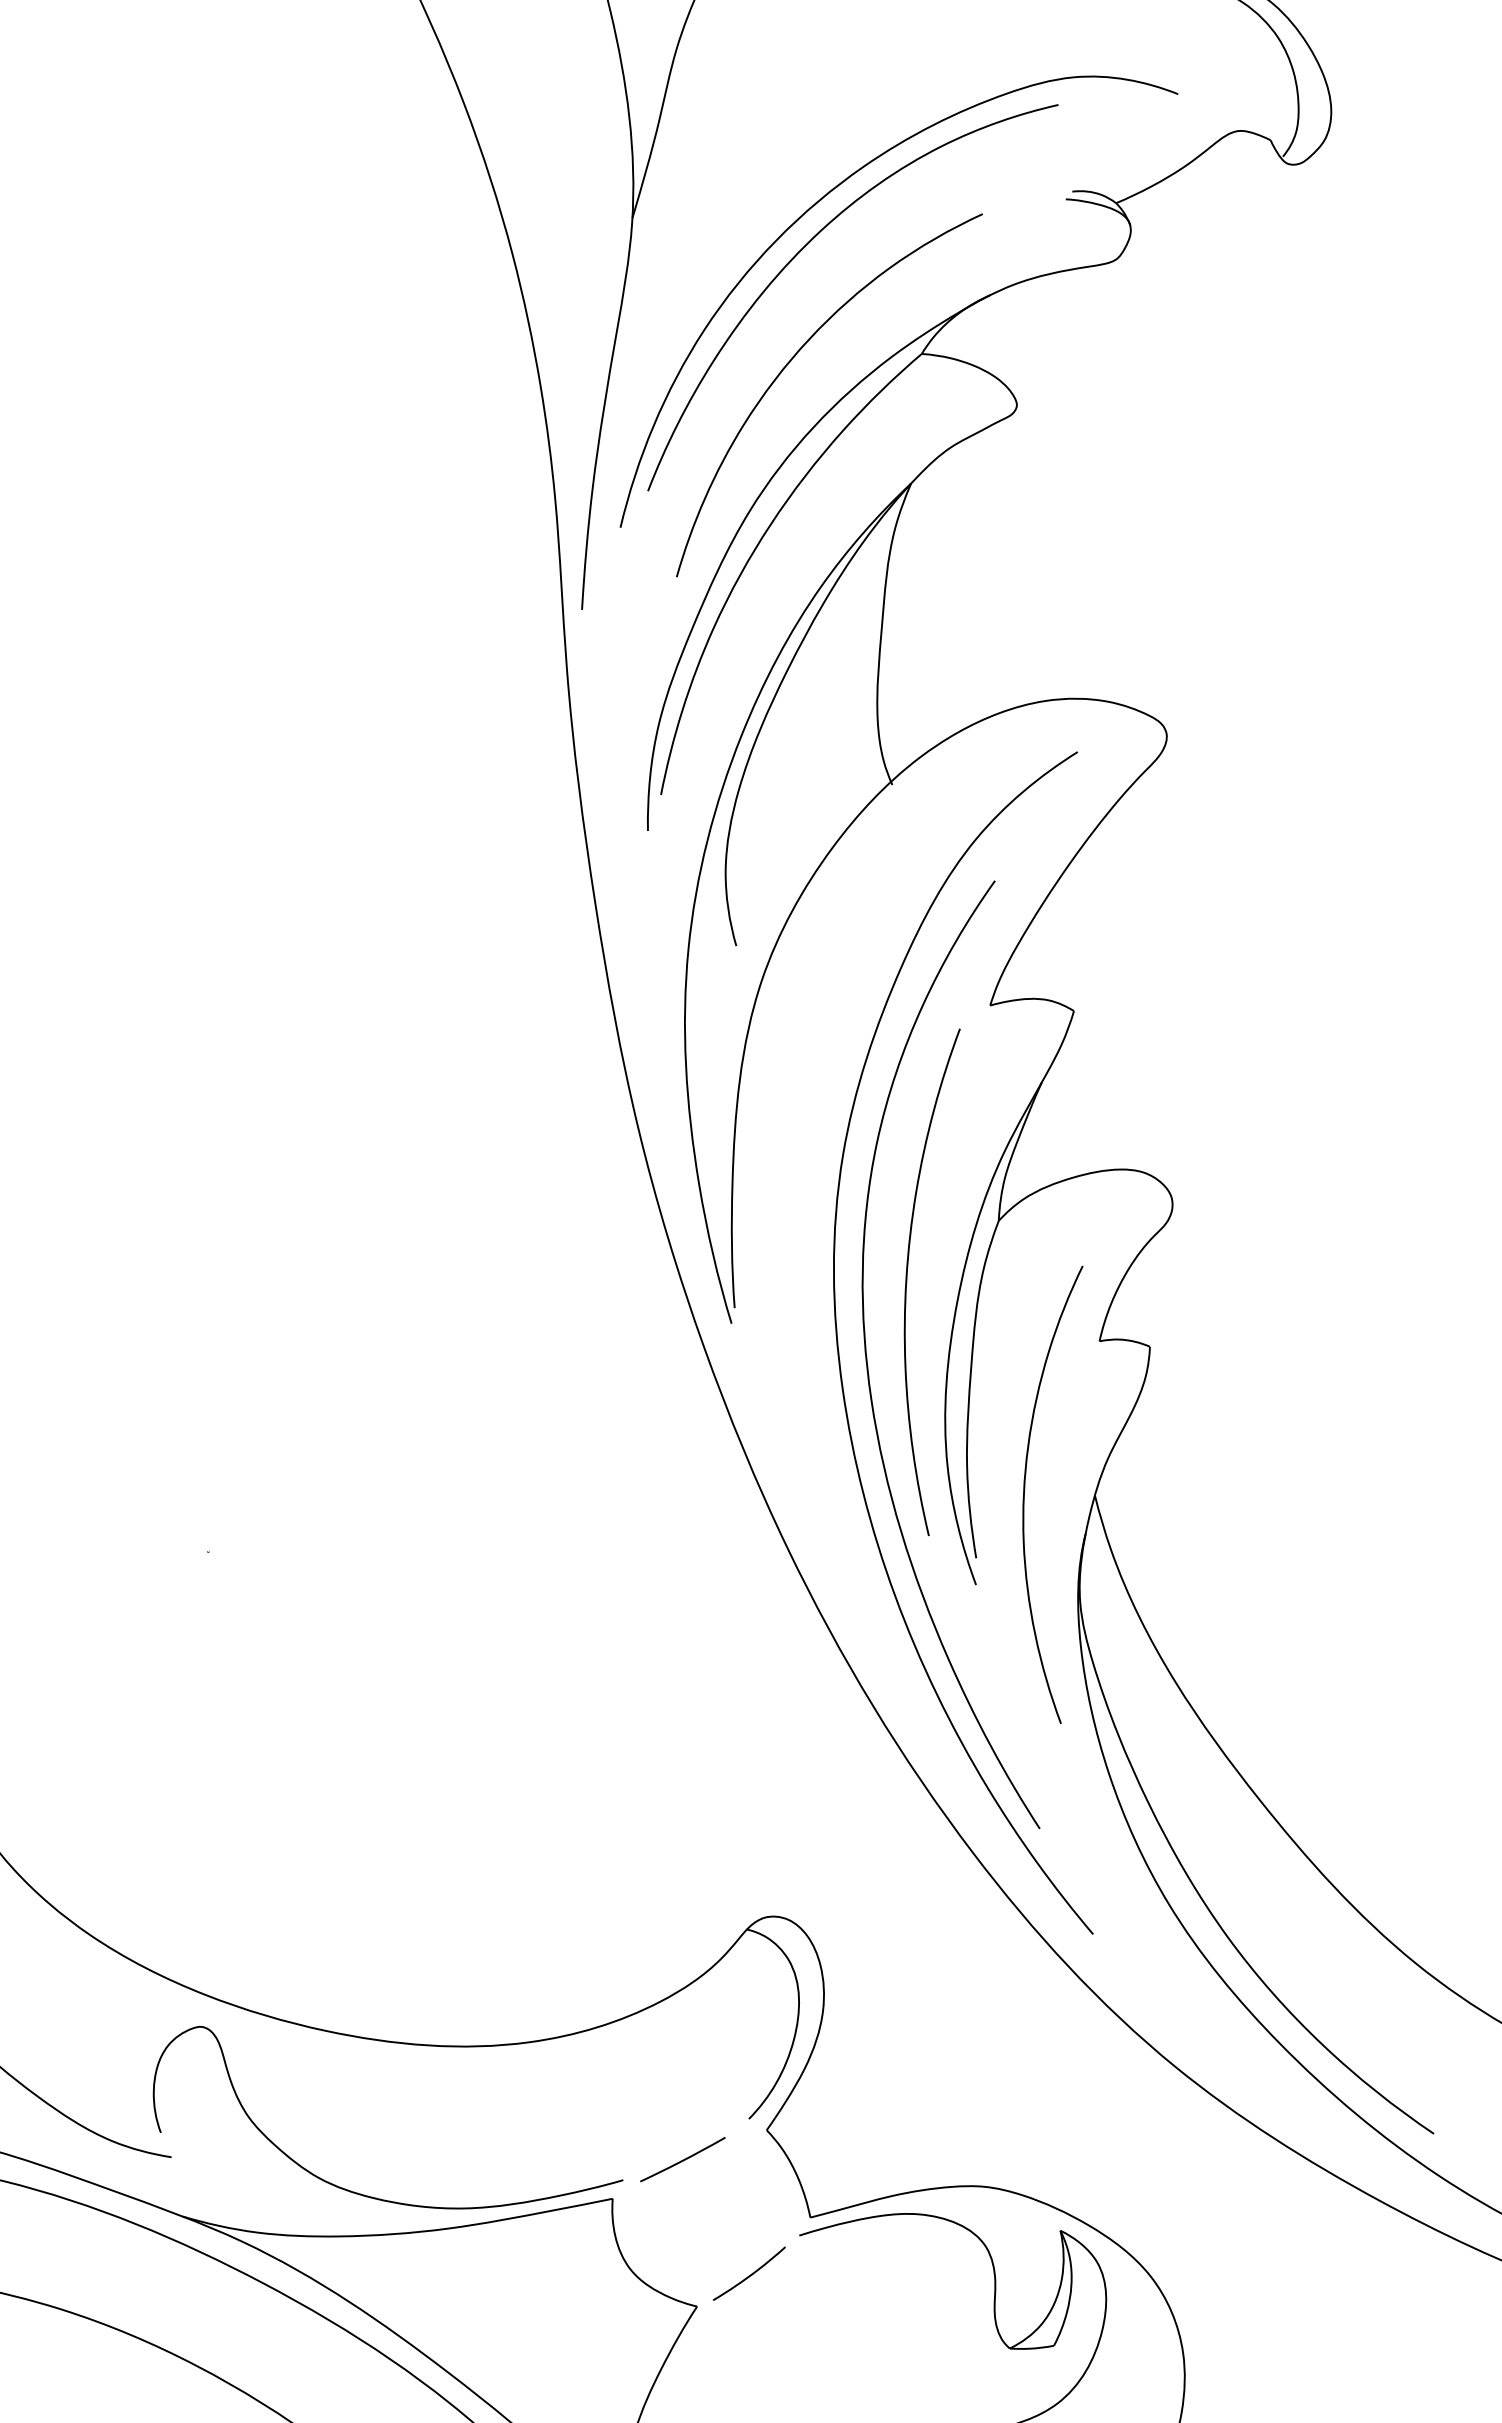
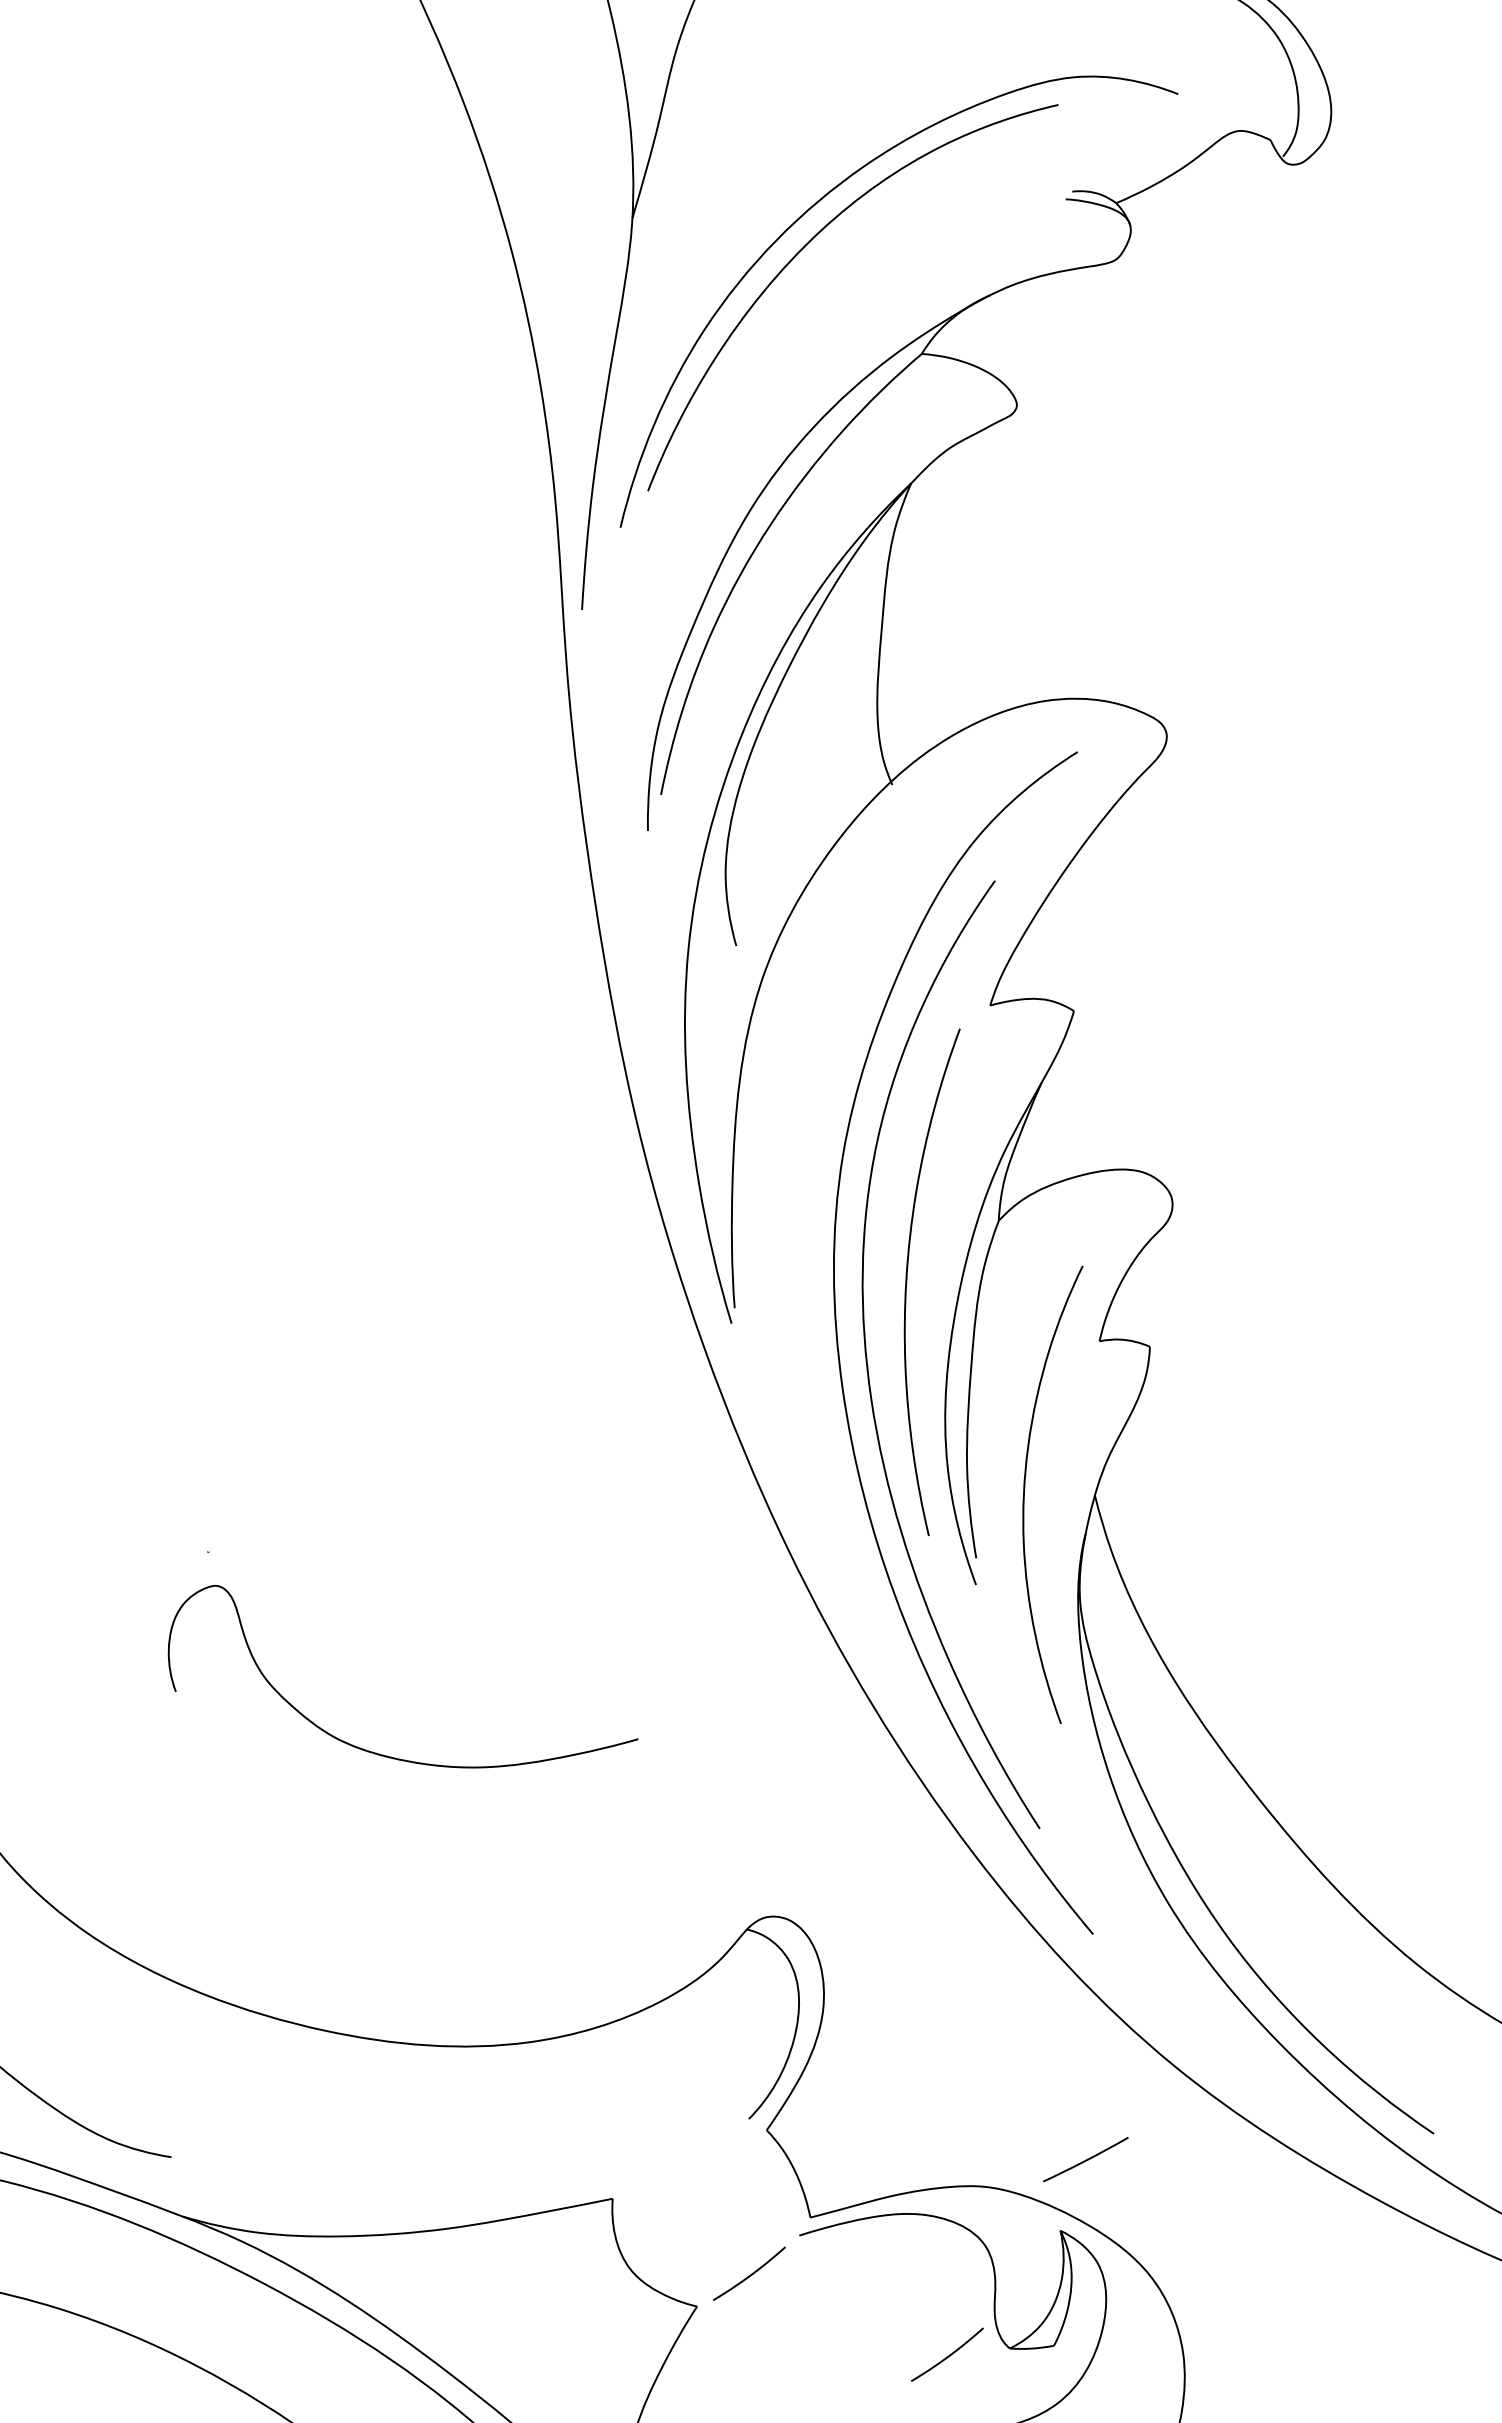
curve at (791, 361): present -> none
line at (682, 2159) position: (682, 2159) -> (1085, 2159)
curve at (368, 2195) position: (368, 2195) -> (383, 1754)
curve at (948, 2355): none -> present
